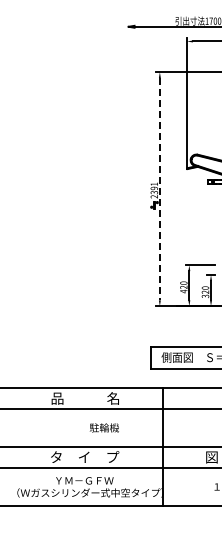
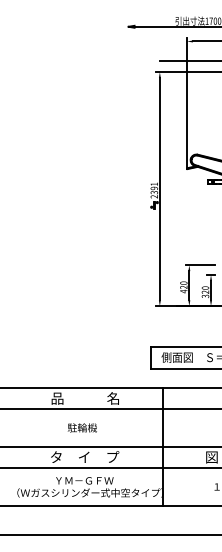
line at (188, 61): none -> present
line at (159, 189): dashed -> solid
text at (103, 427) position: (103, 427) -> (81, 427)
line at (110, 535): none -> present
